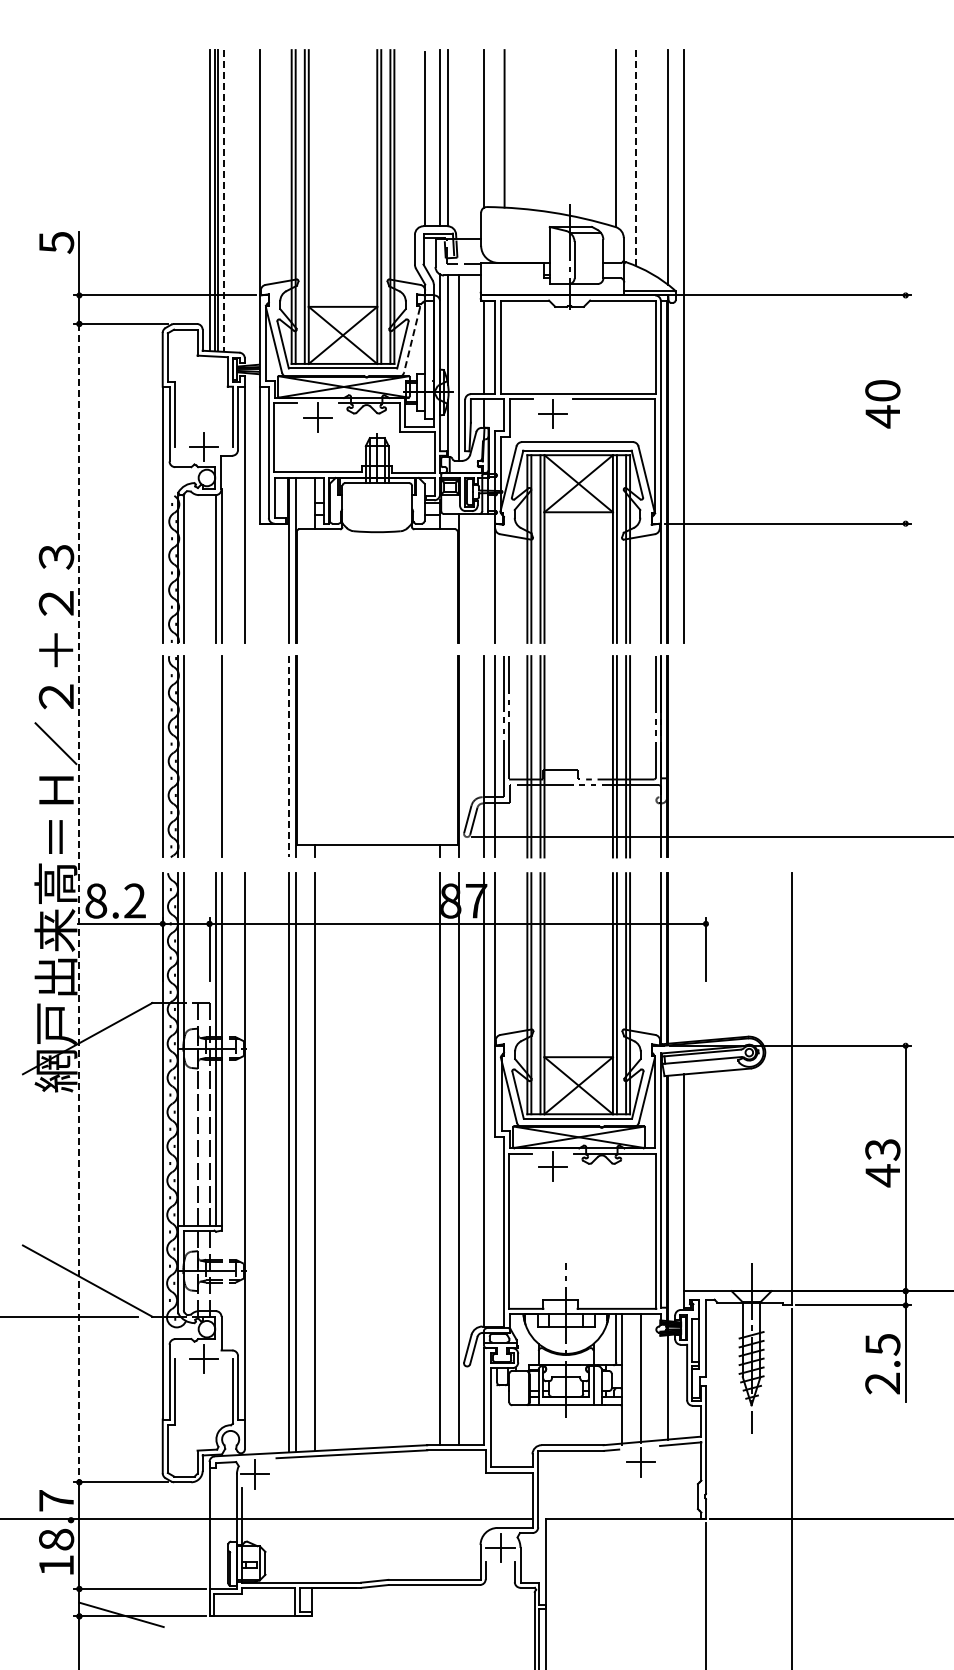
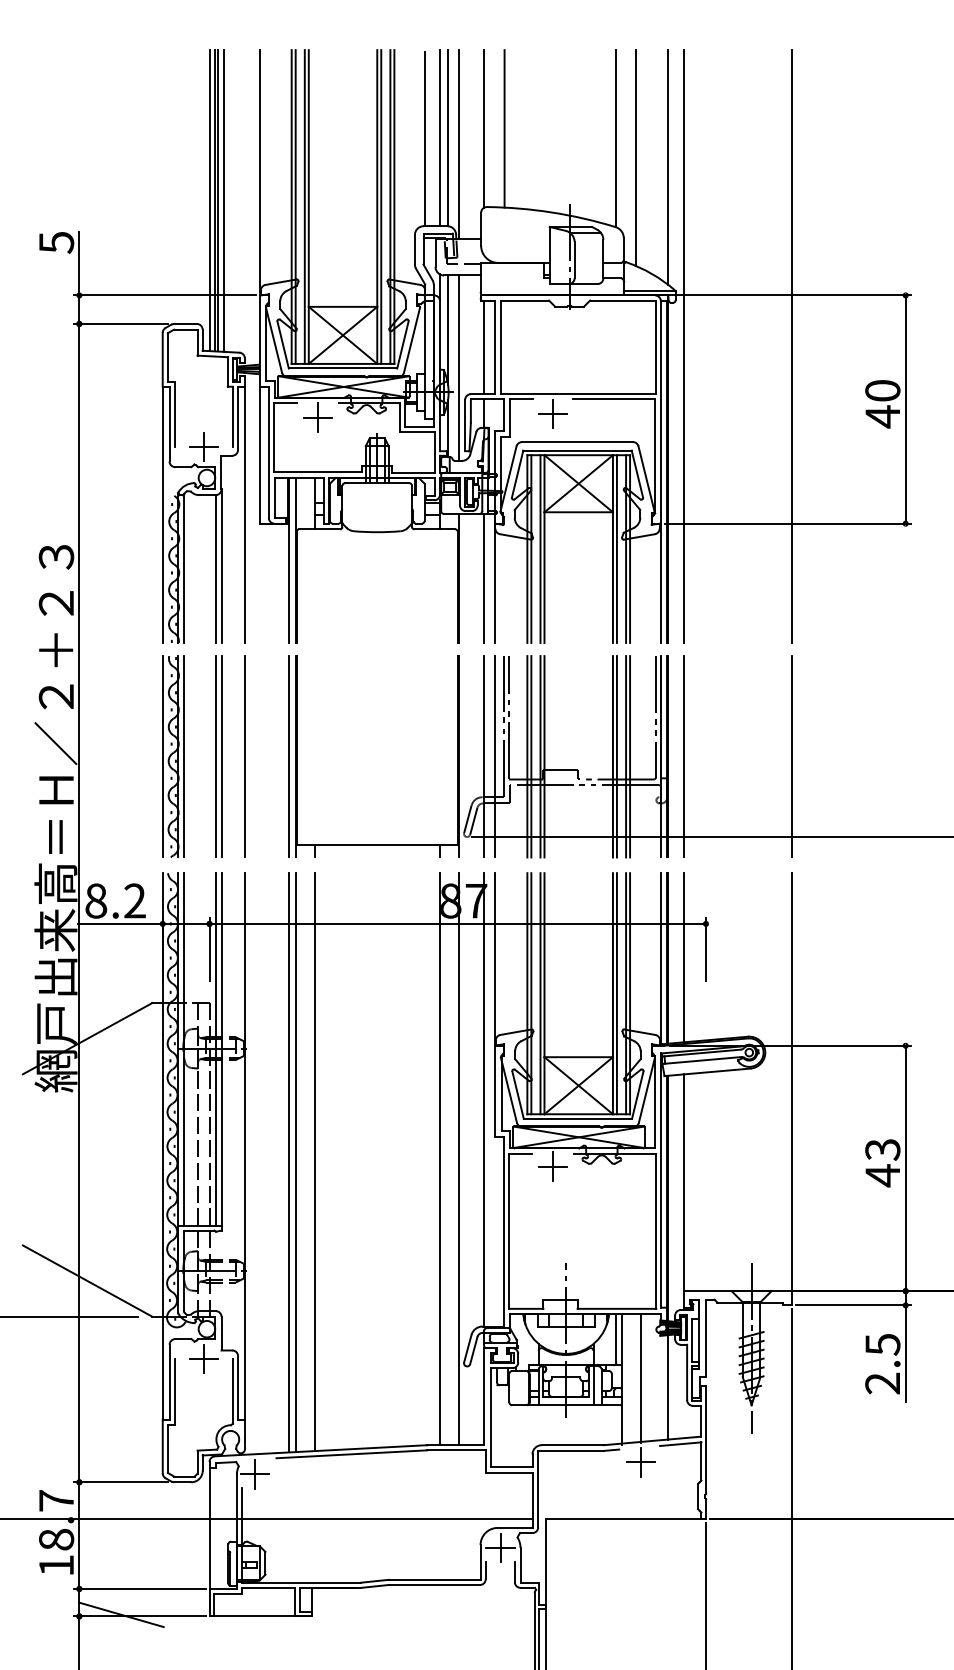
line at (459, 144): none -> present
line at (636, 158): dashed -> solid
line at (223, 200): dashed -> solid
line at (411, 340): dashed -> solid
line at (791, 346): none -> present
line at (905, 409): none -> present
line at (484, 577): none -> present
line at (215, 756): none -> present
line at (244, 756): none -> present
line at (288, 756): dashed -> solid
line at (684, 756): none -> present
line at (791, 756): none -> present
line at (79, 903): dashed -> solid
line at (684, 957): none -> present
